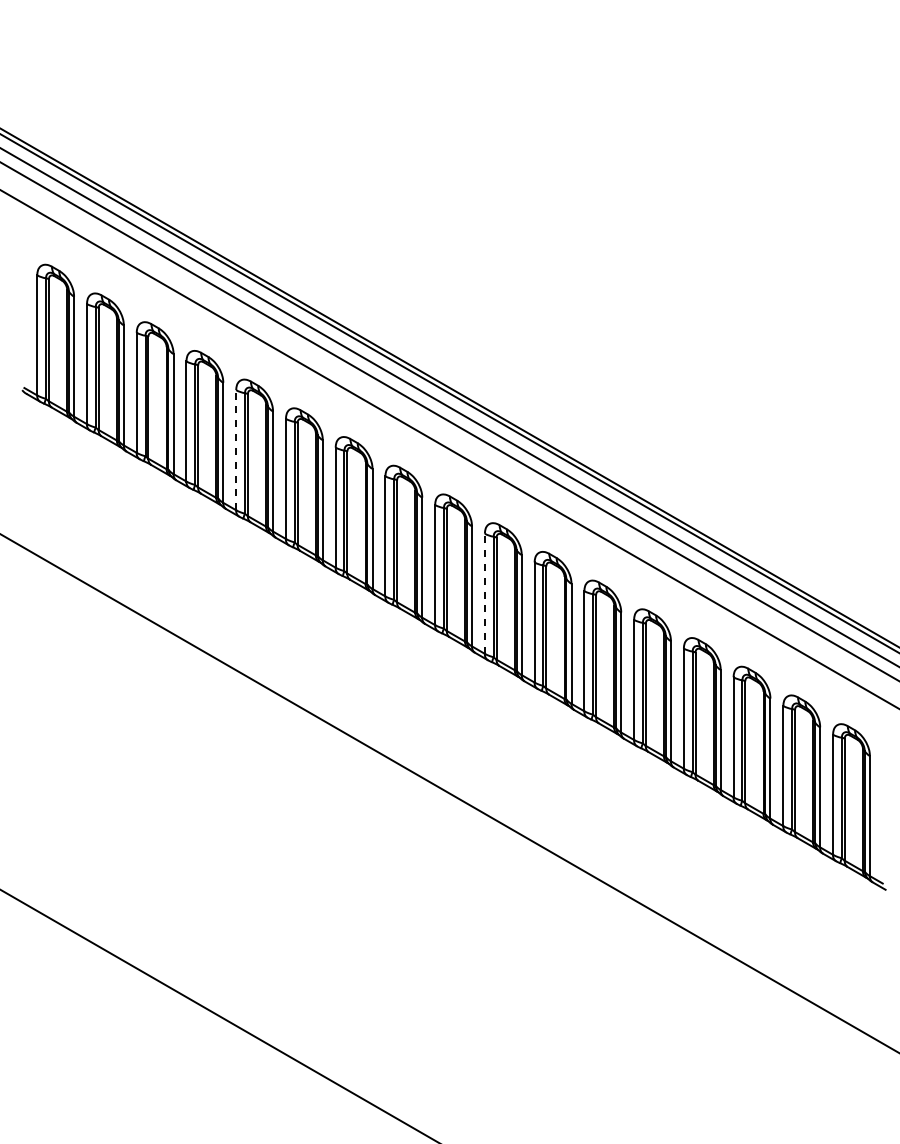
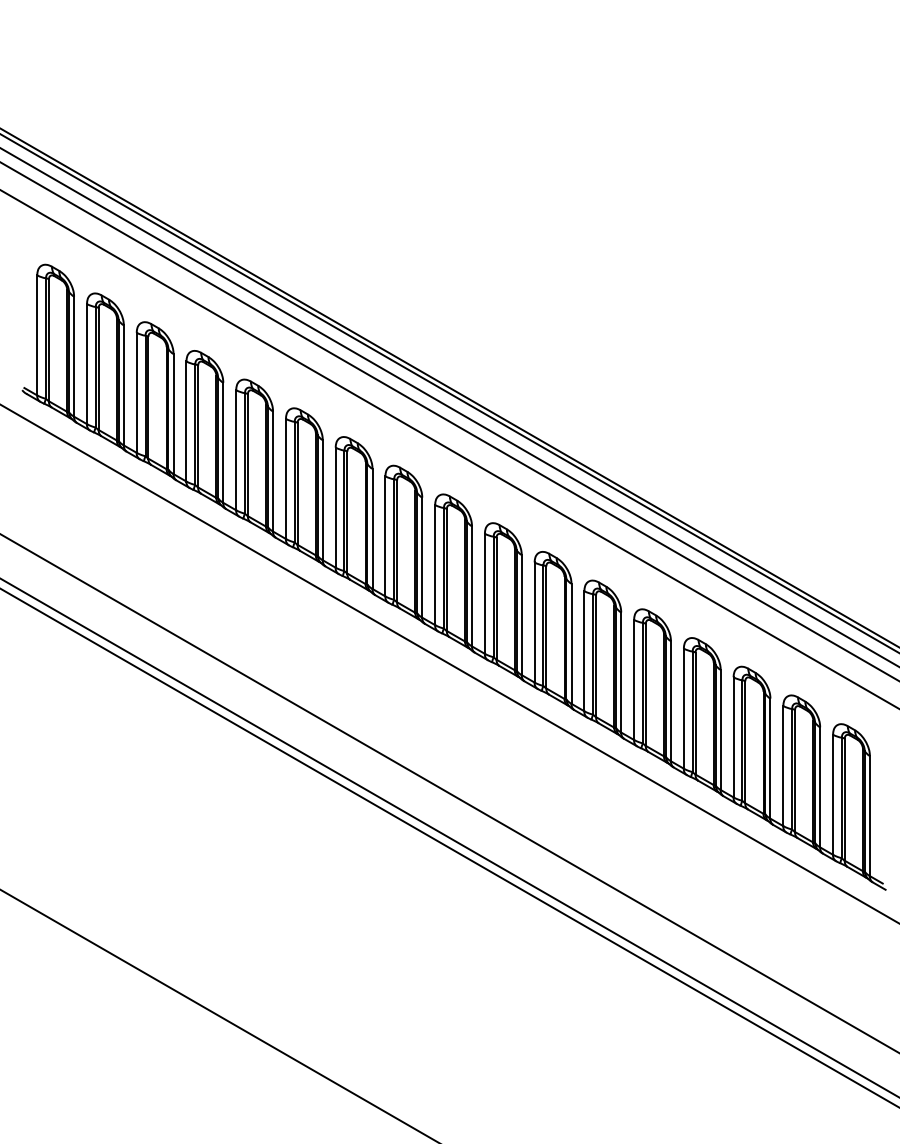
line at (236, 449): dashed -> solid
line at (484, 593): dashed -> solid
line at (449, 663): none -> present
line at (449, 837): none -> present
line at (449, 847): none -> present
